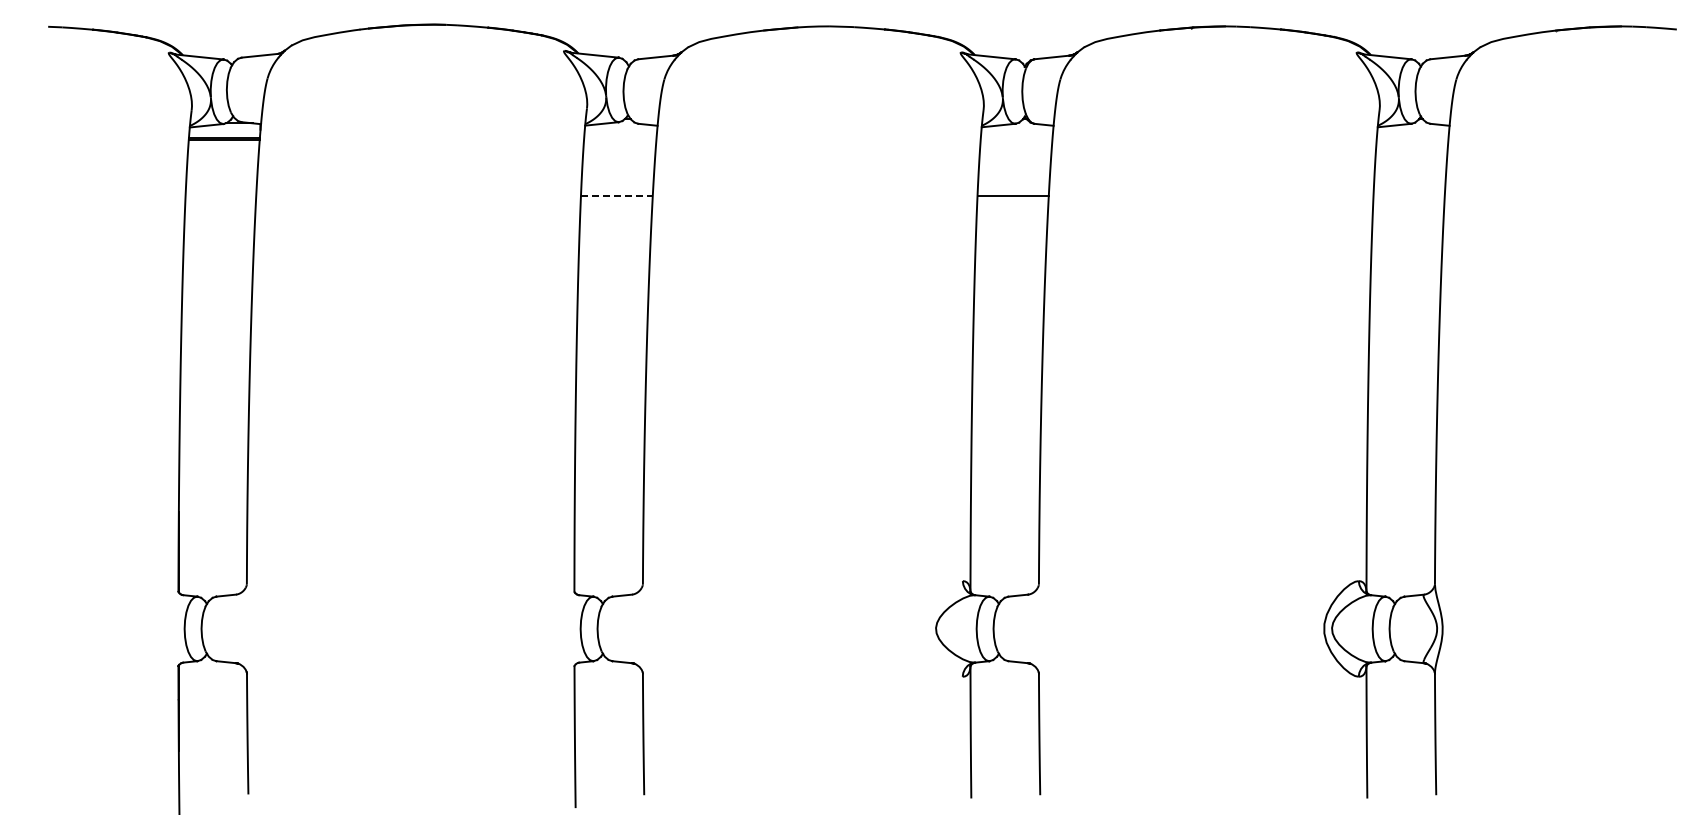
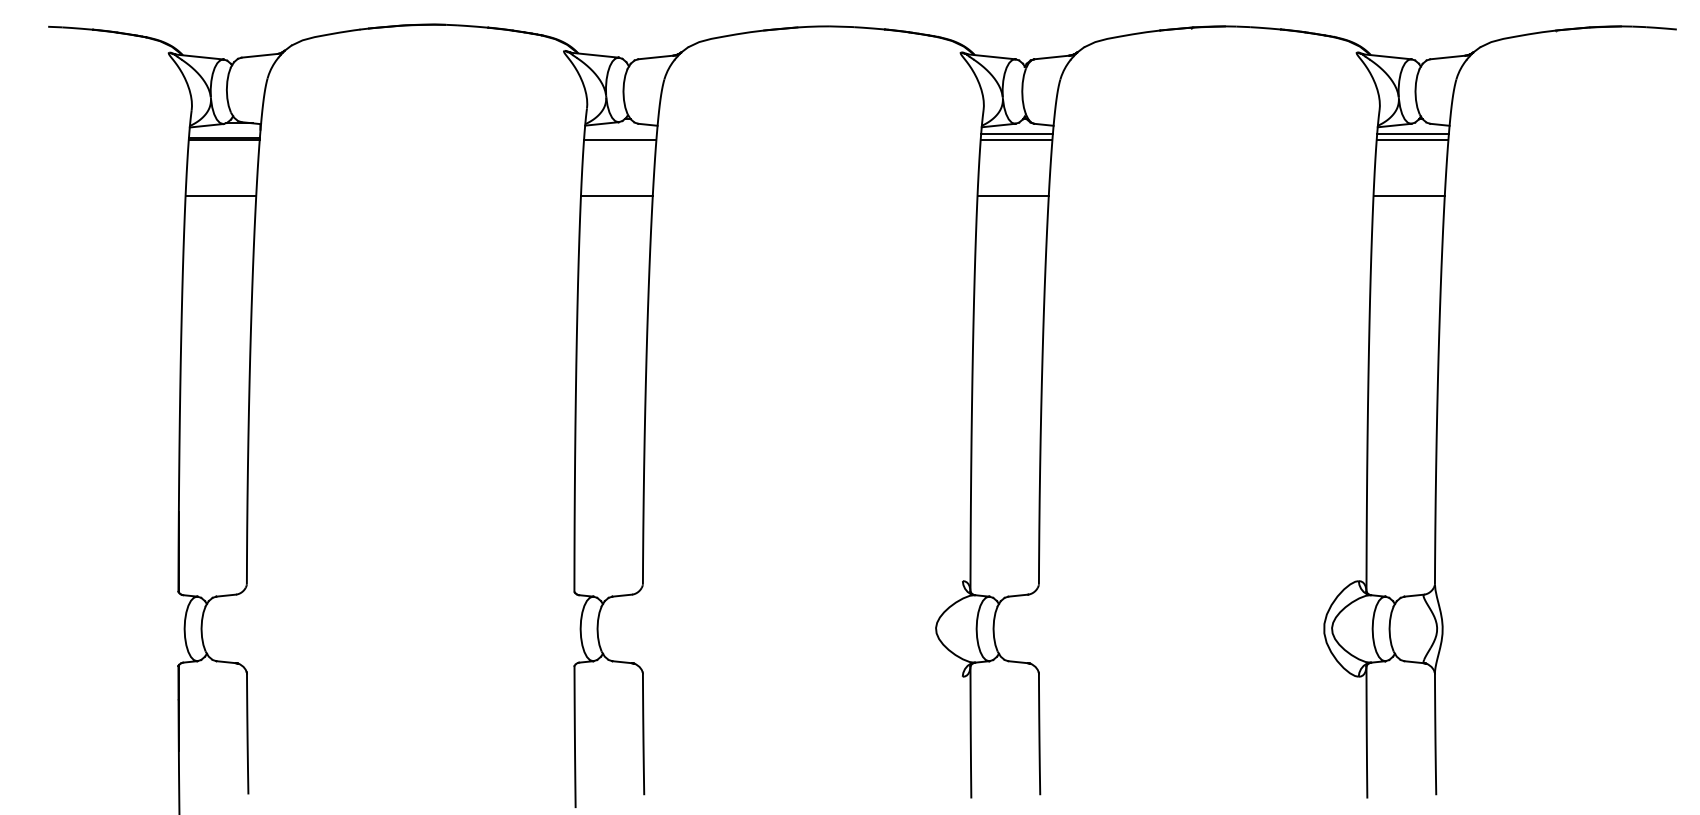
line at (1016, 133): none -> present
line at (1412, 133): none -> present
line at (620, 139): none -> present
line at (1016, 139): none -> present
line at (1412, 139): none -> present
line at (220, 195): none -> present
line at (616, 195): dashed -> solid
line at (1408, 195): none -> present
